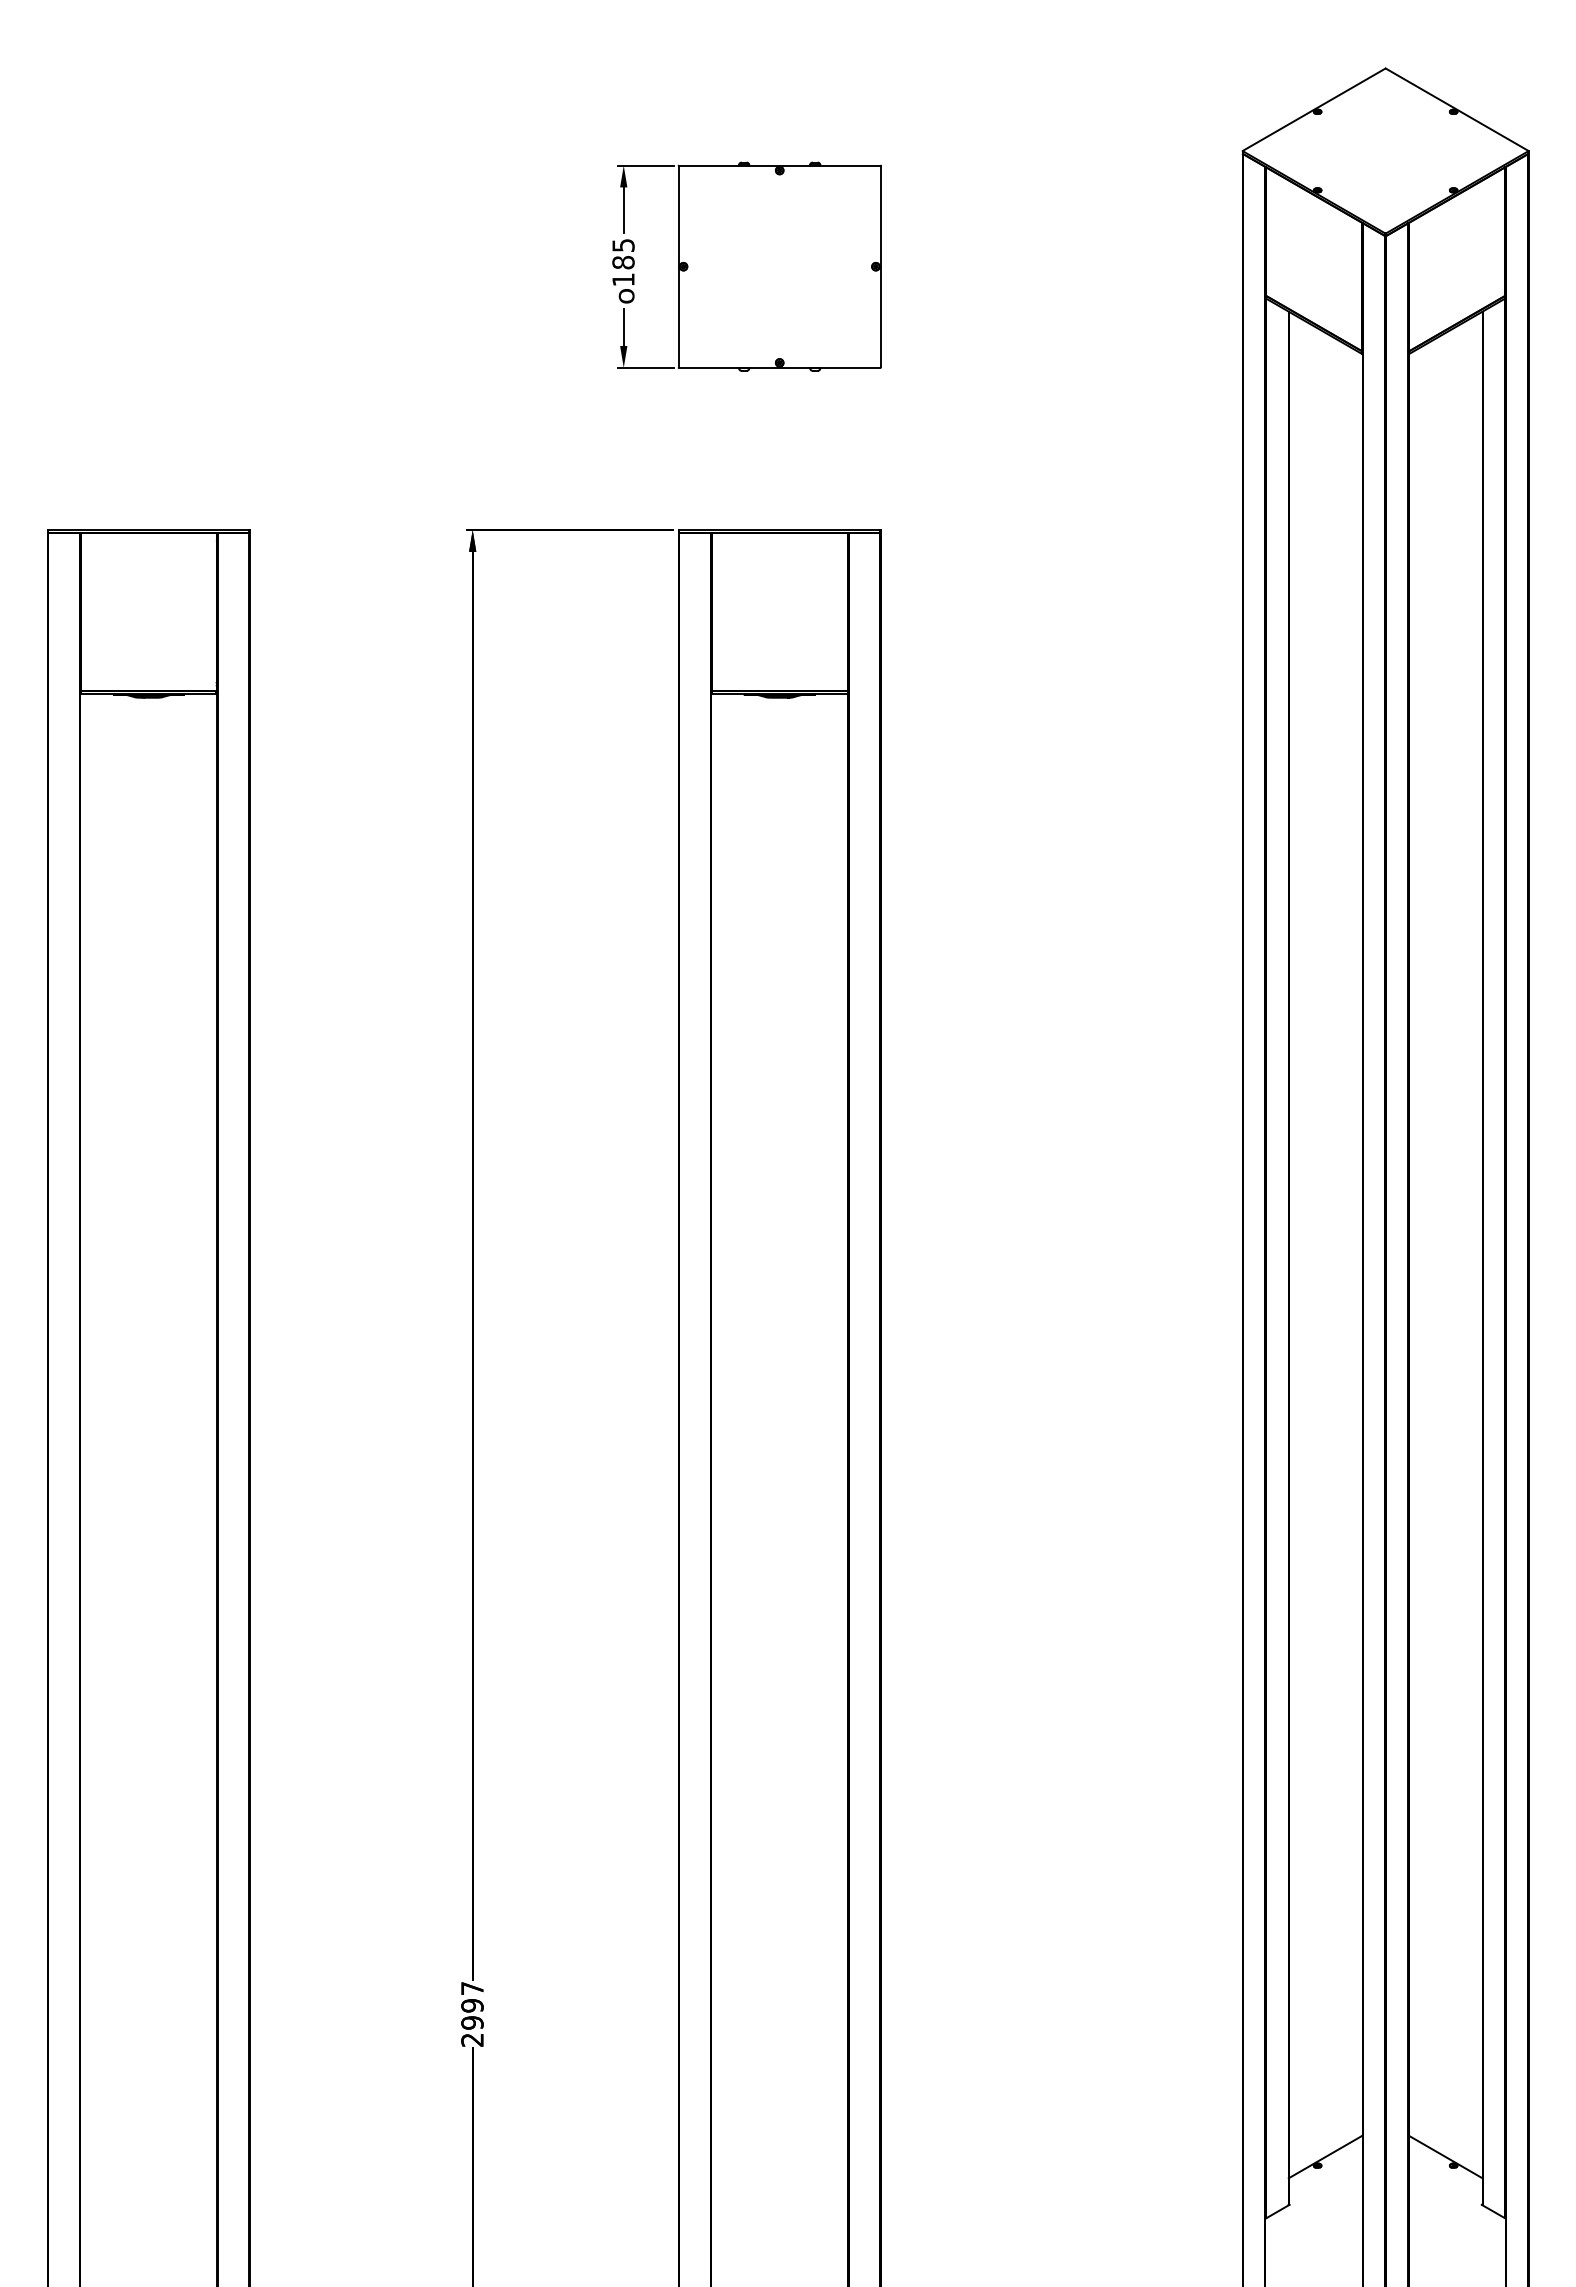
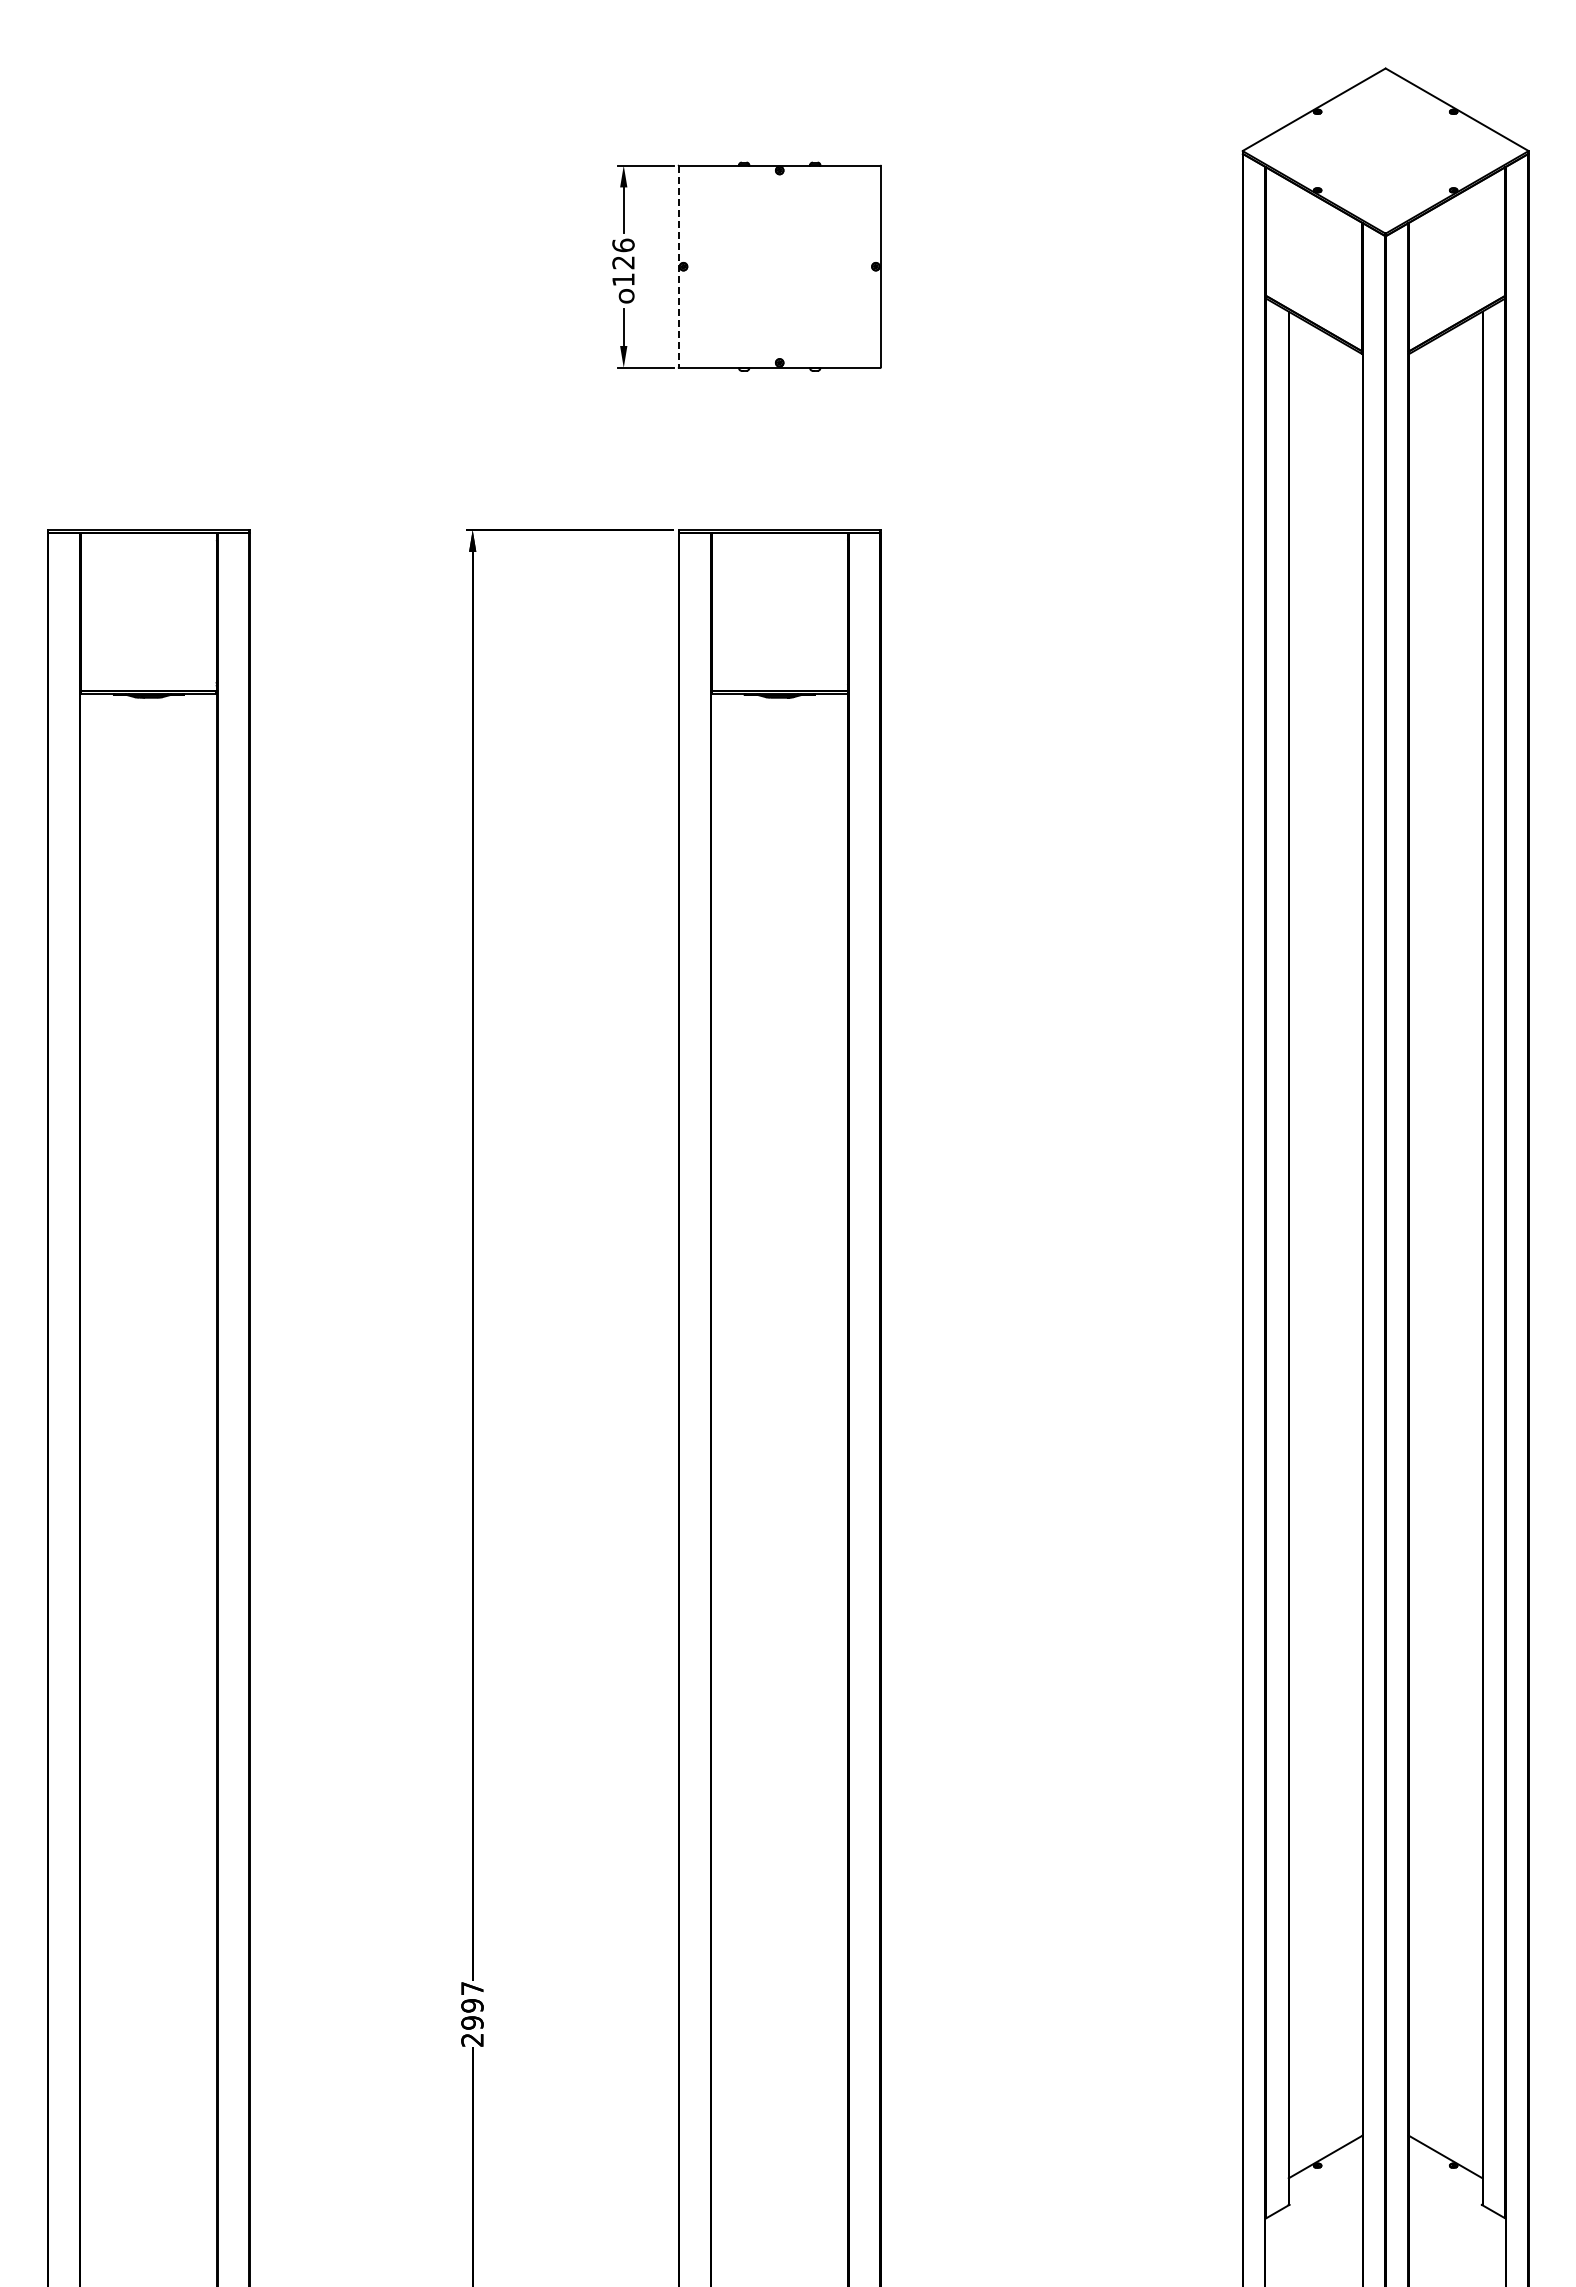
text at (623, 253): 185 -> 126
line at (678, 266): solid -> dashed
